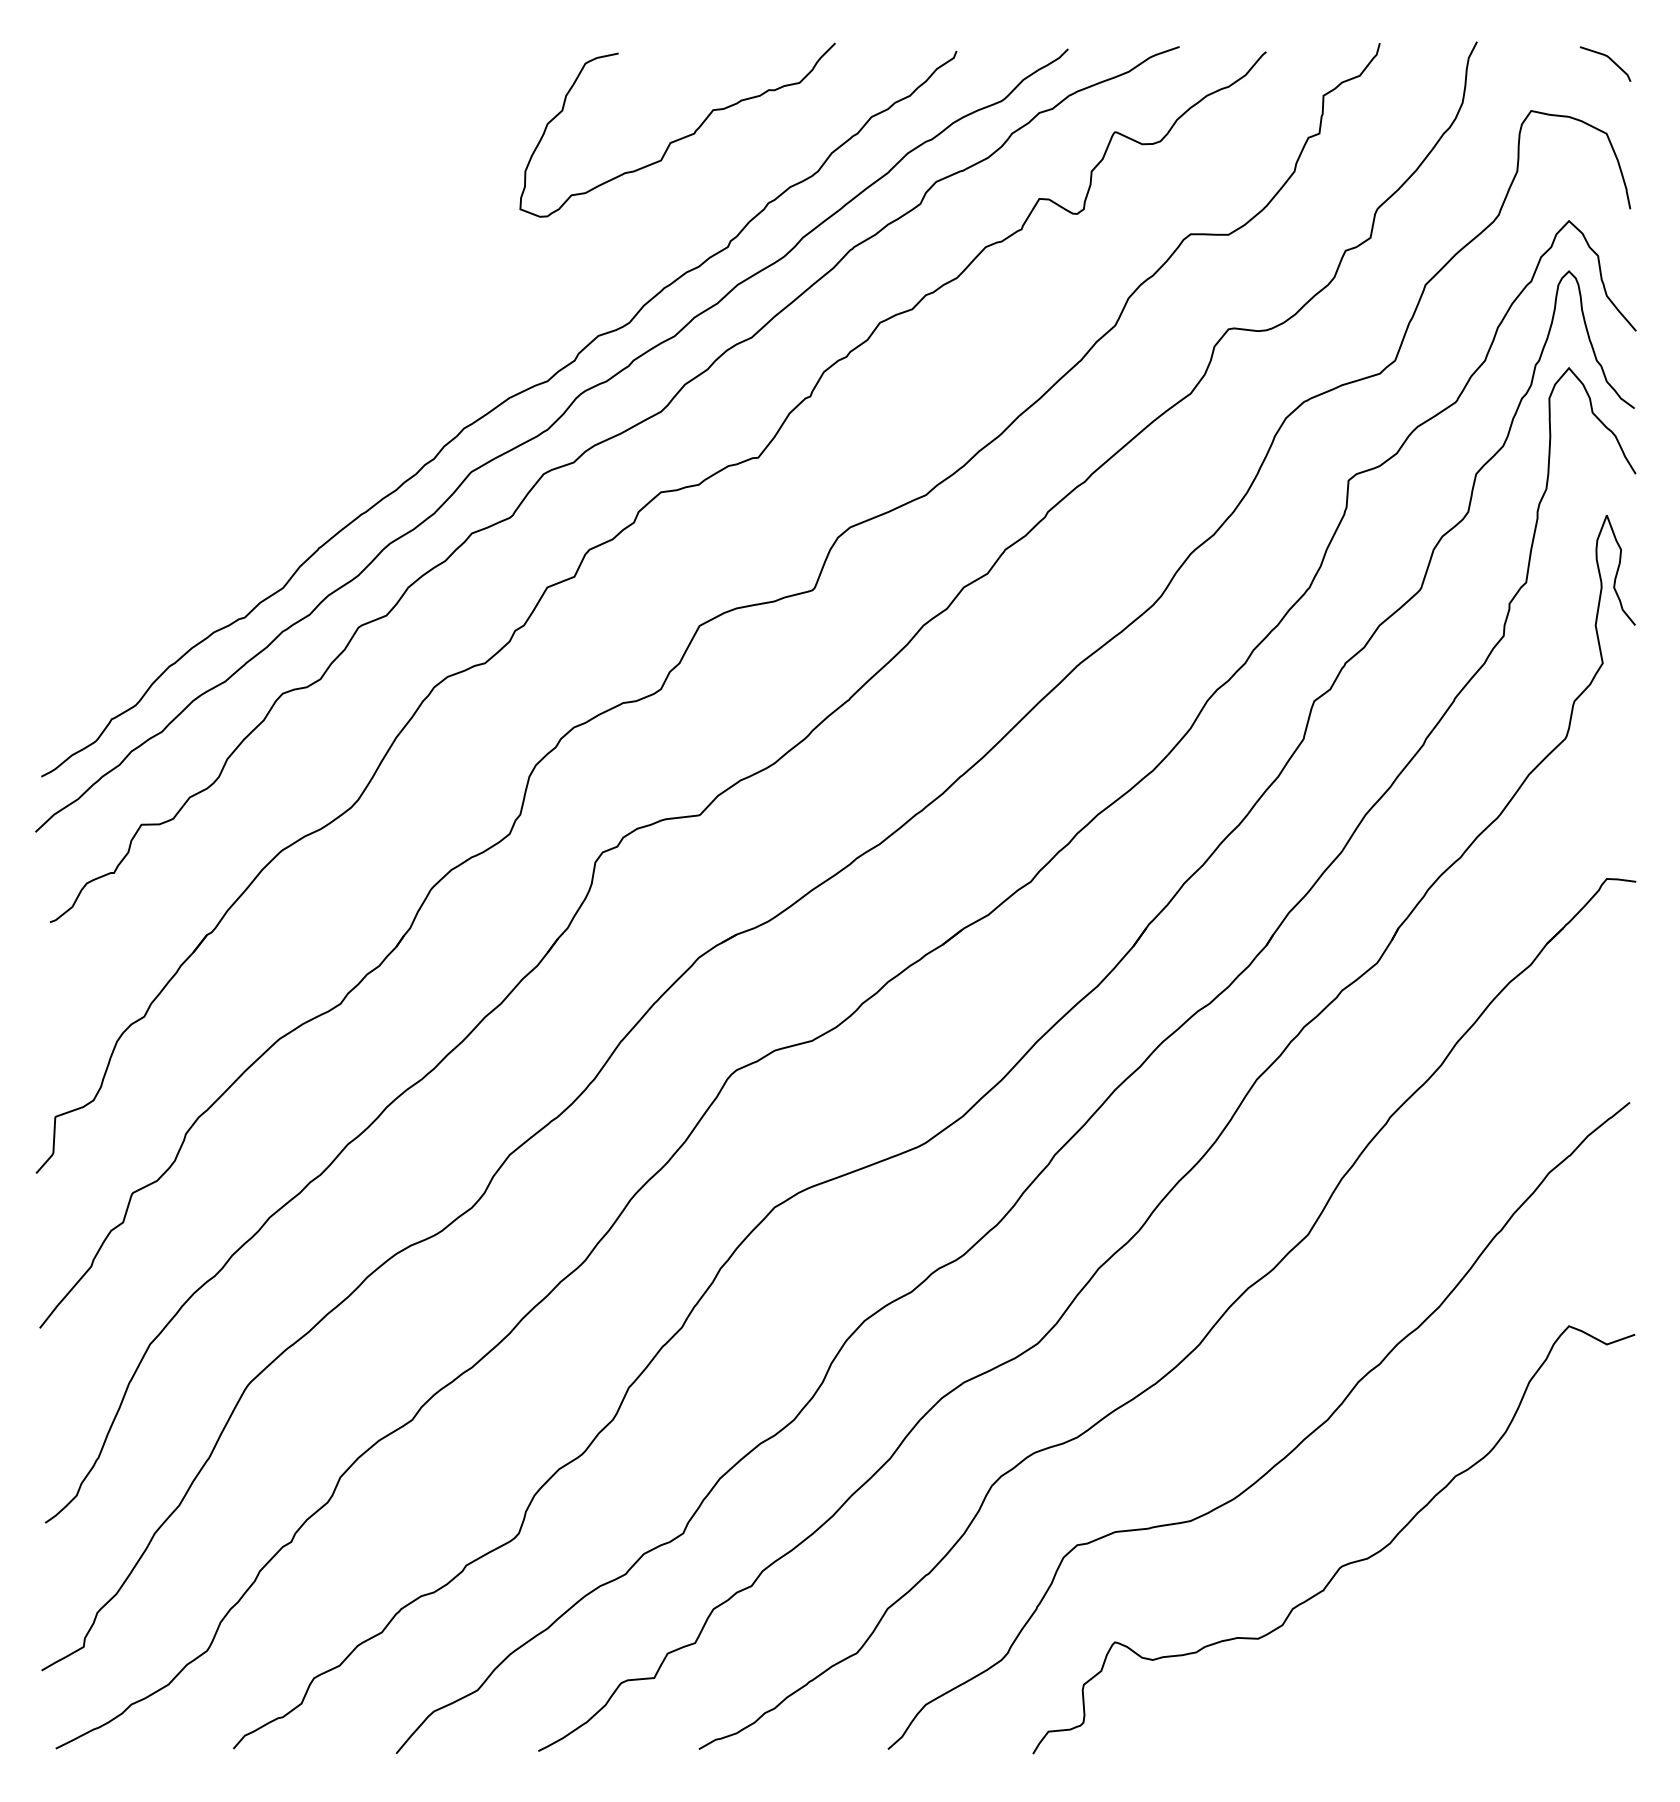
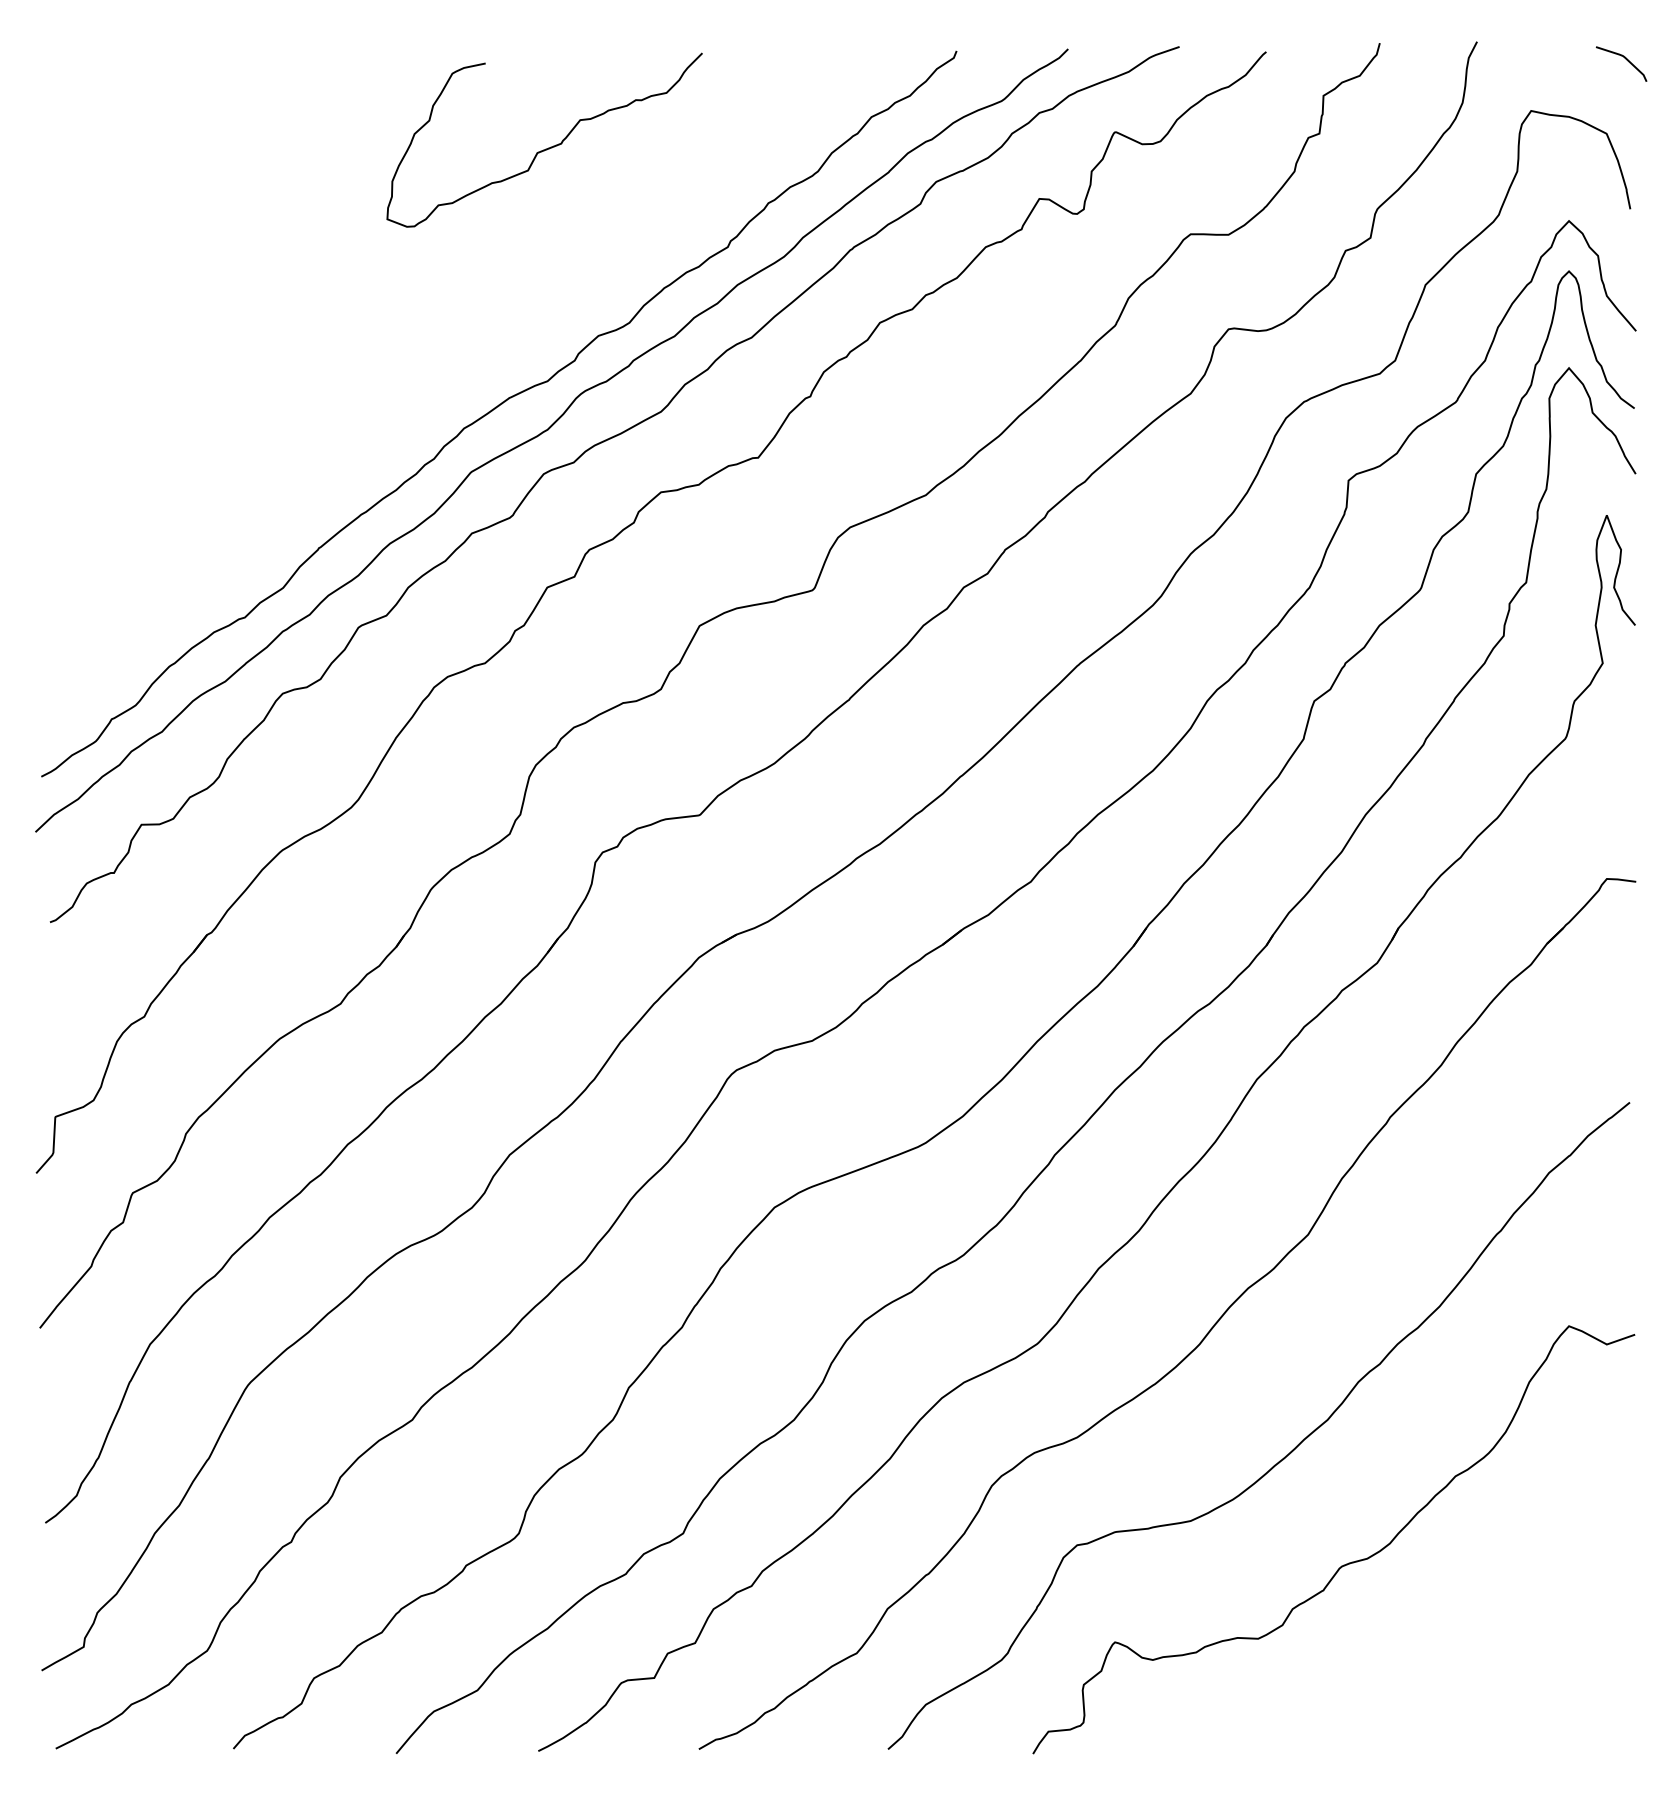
curve at (1609, 59) position: (1609, 59) -> (1625, 59)
curve at (681, 137) position: (681, 137) -> (548, 147)
